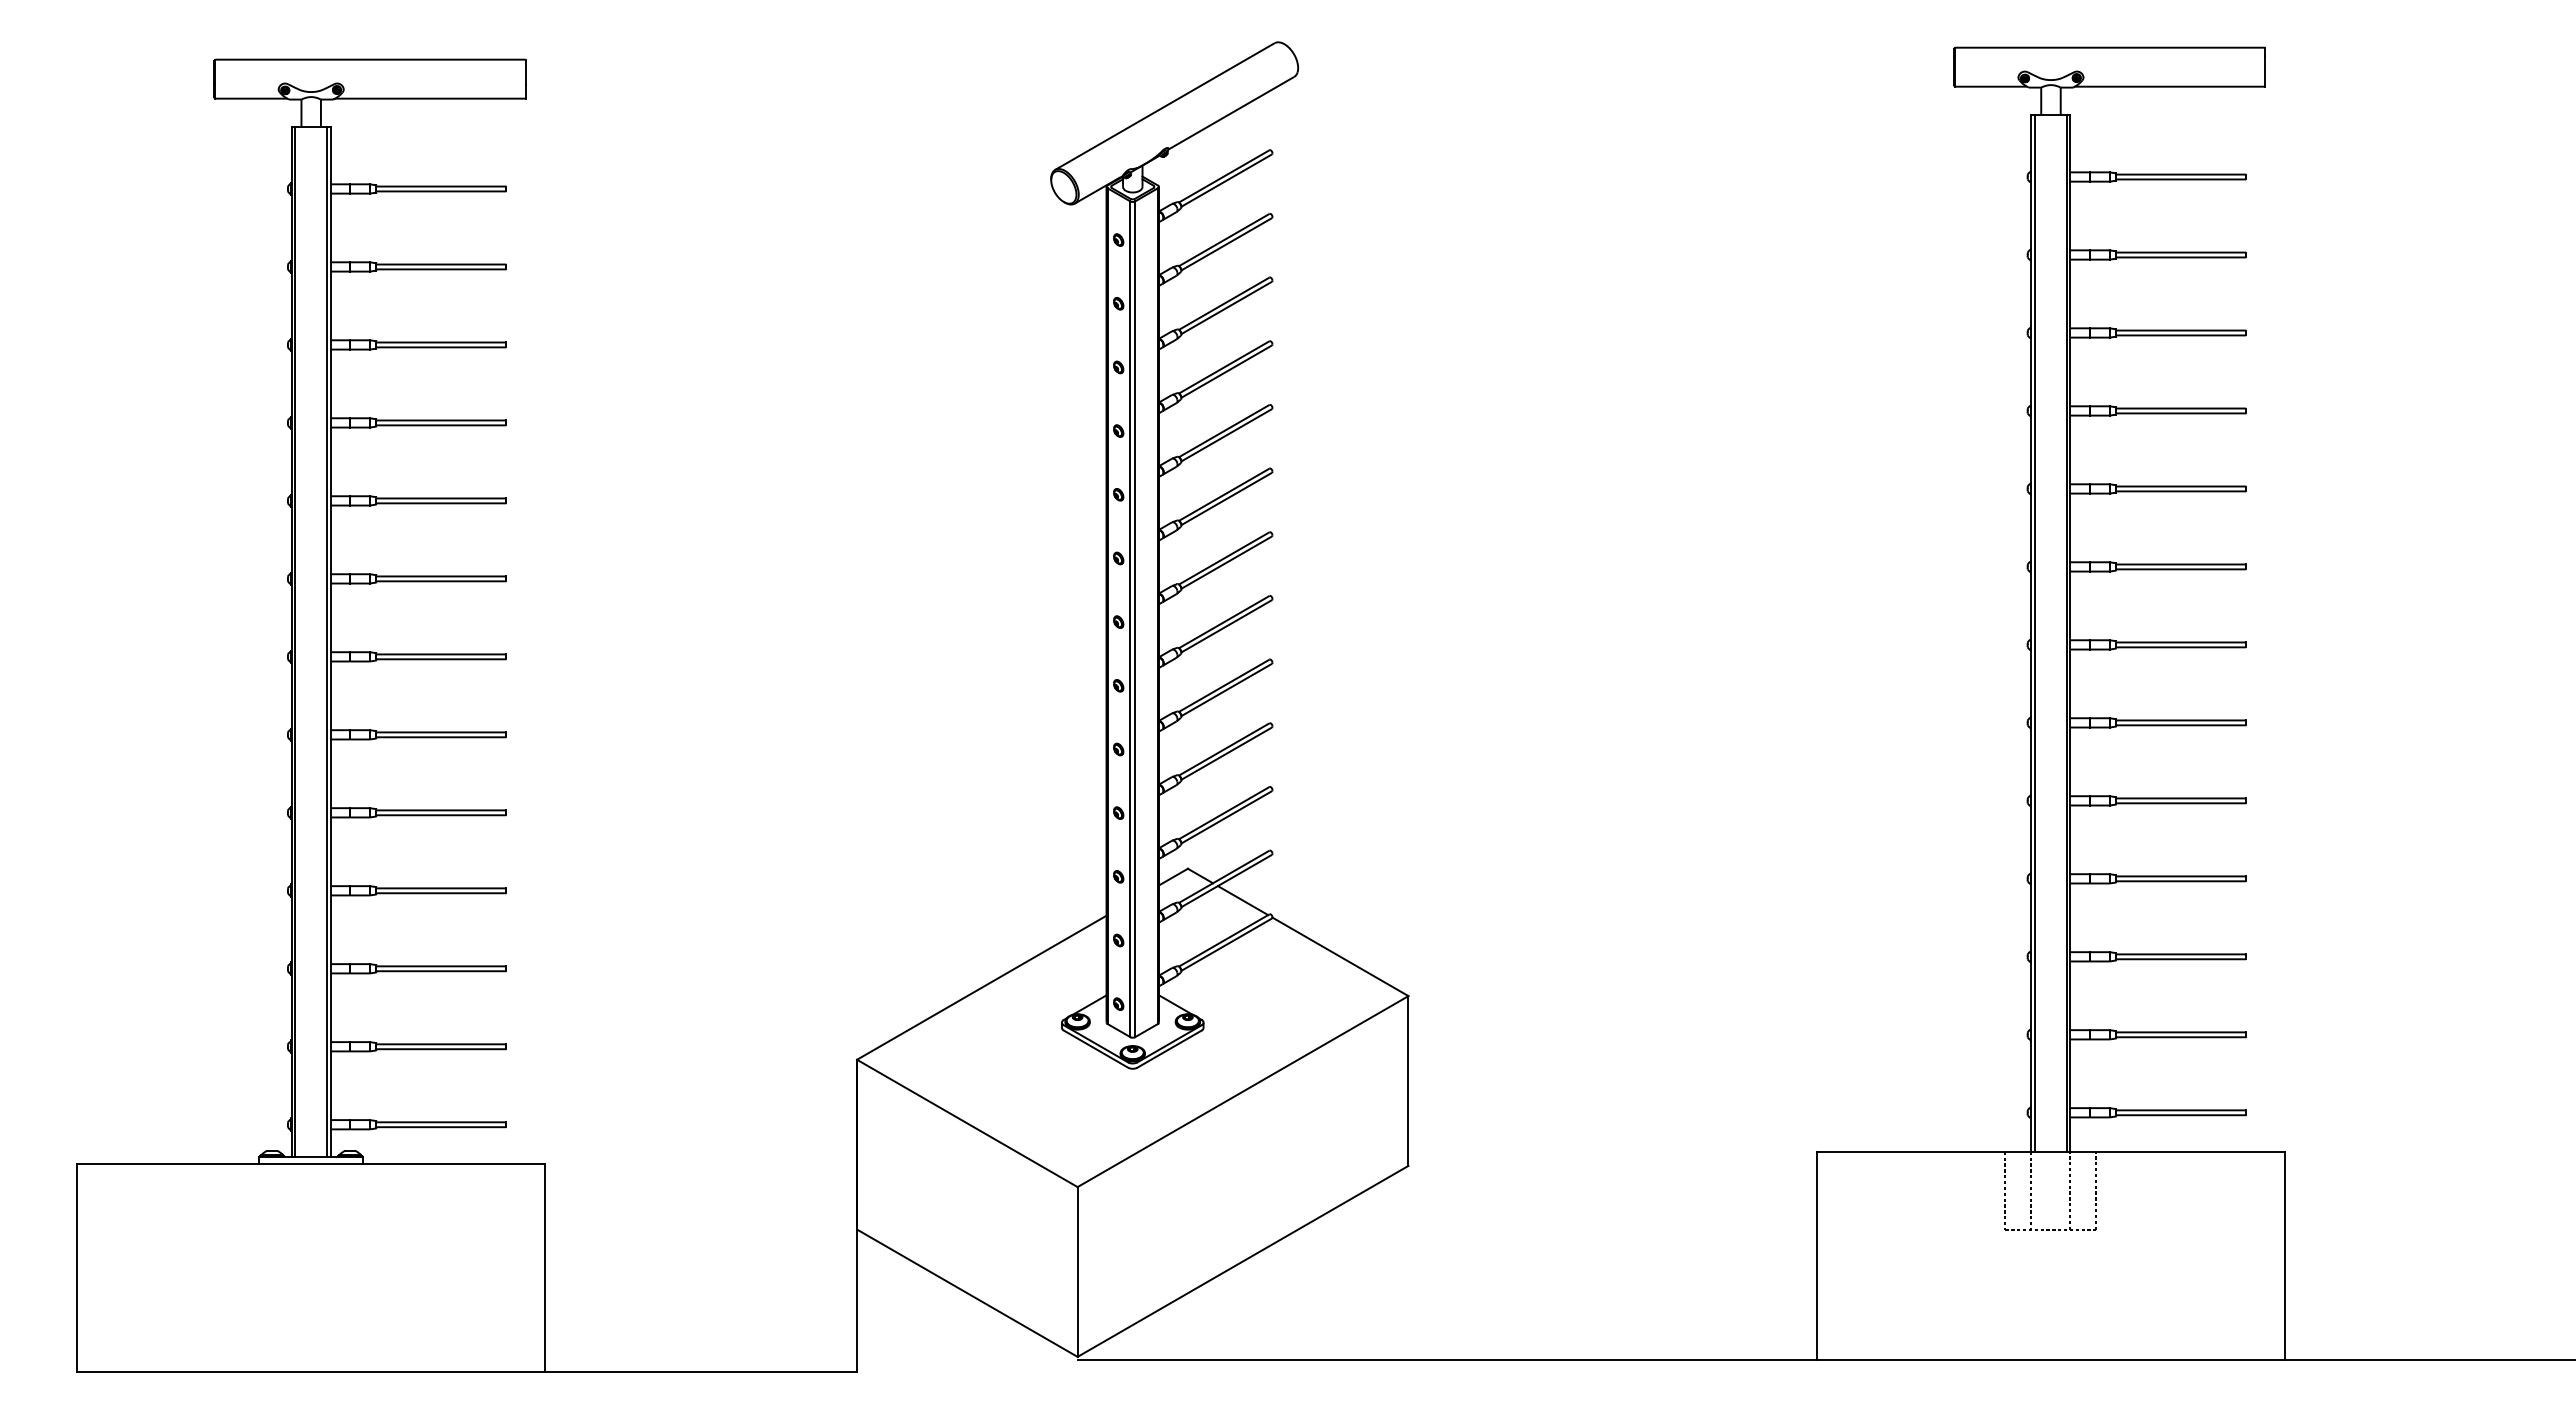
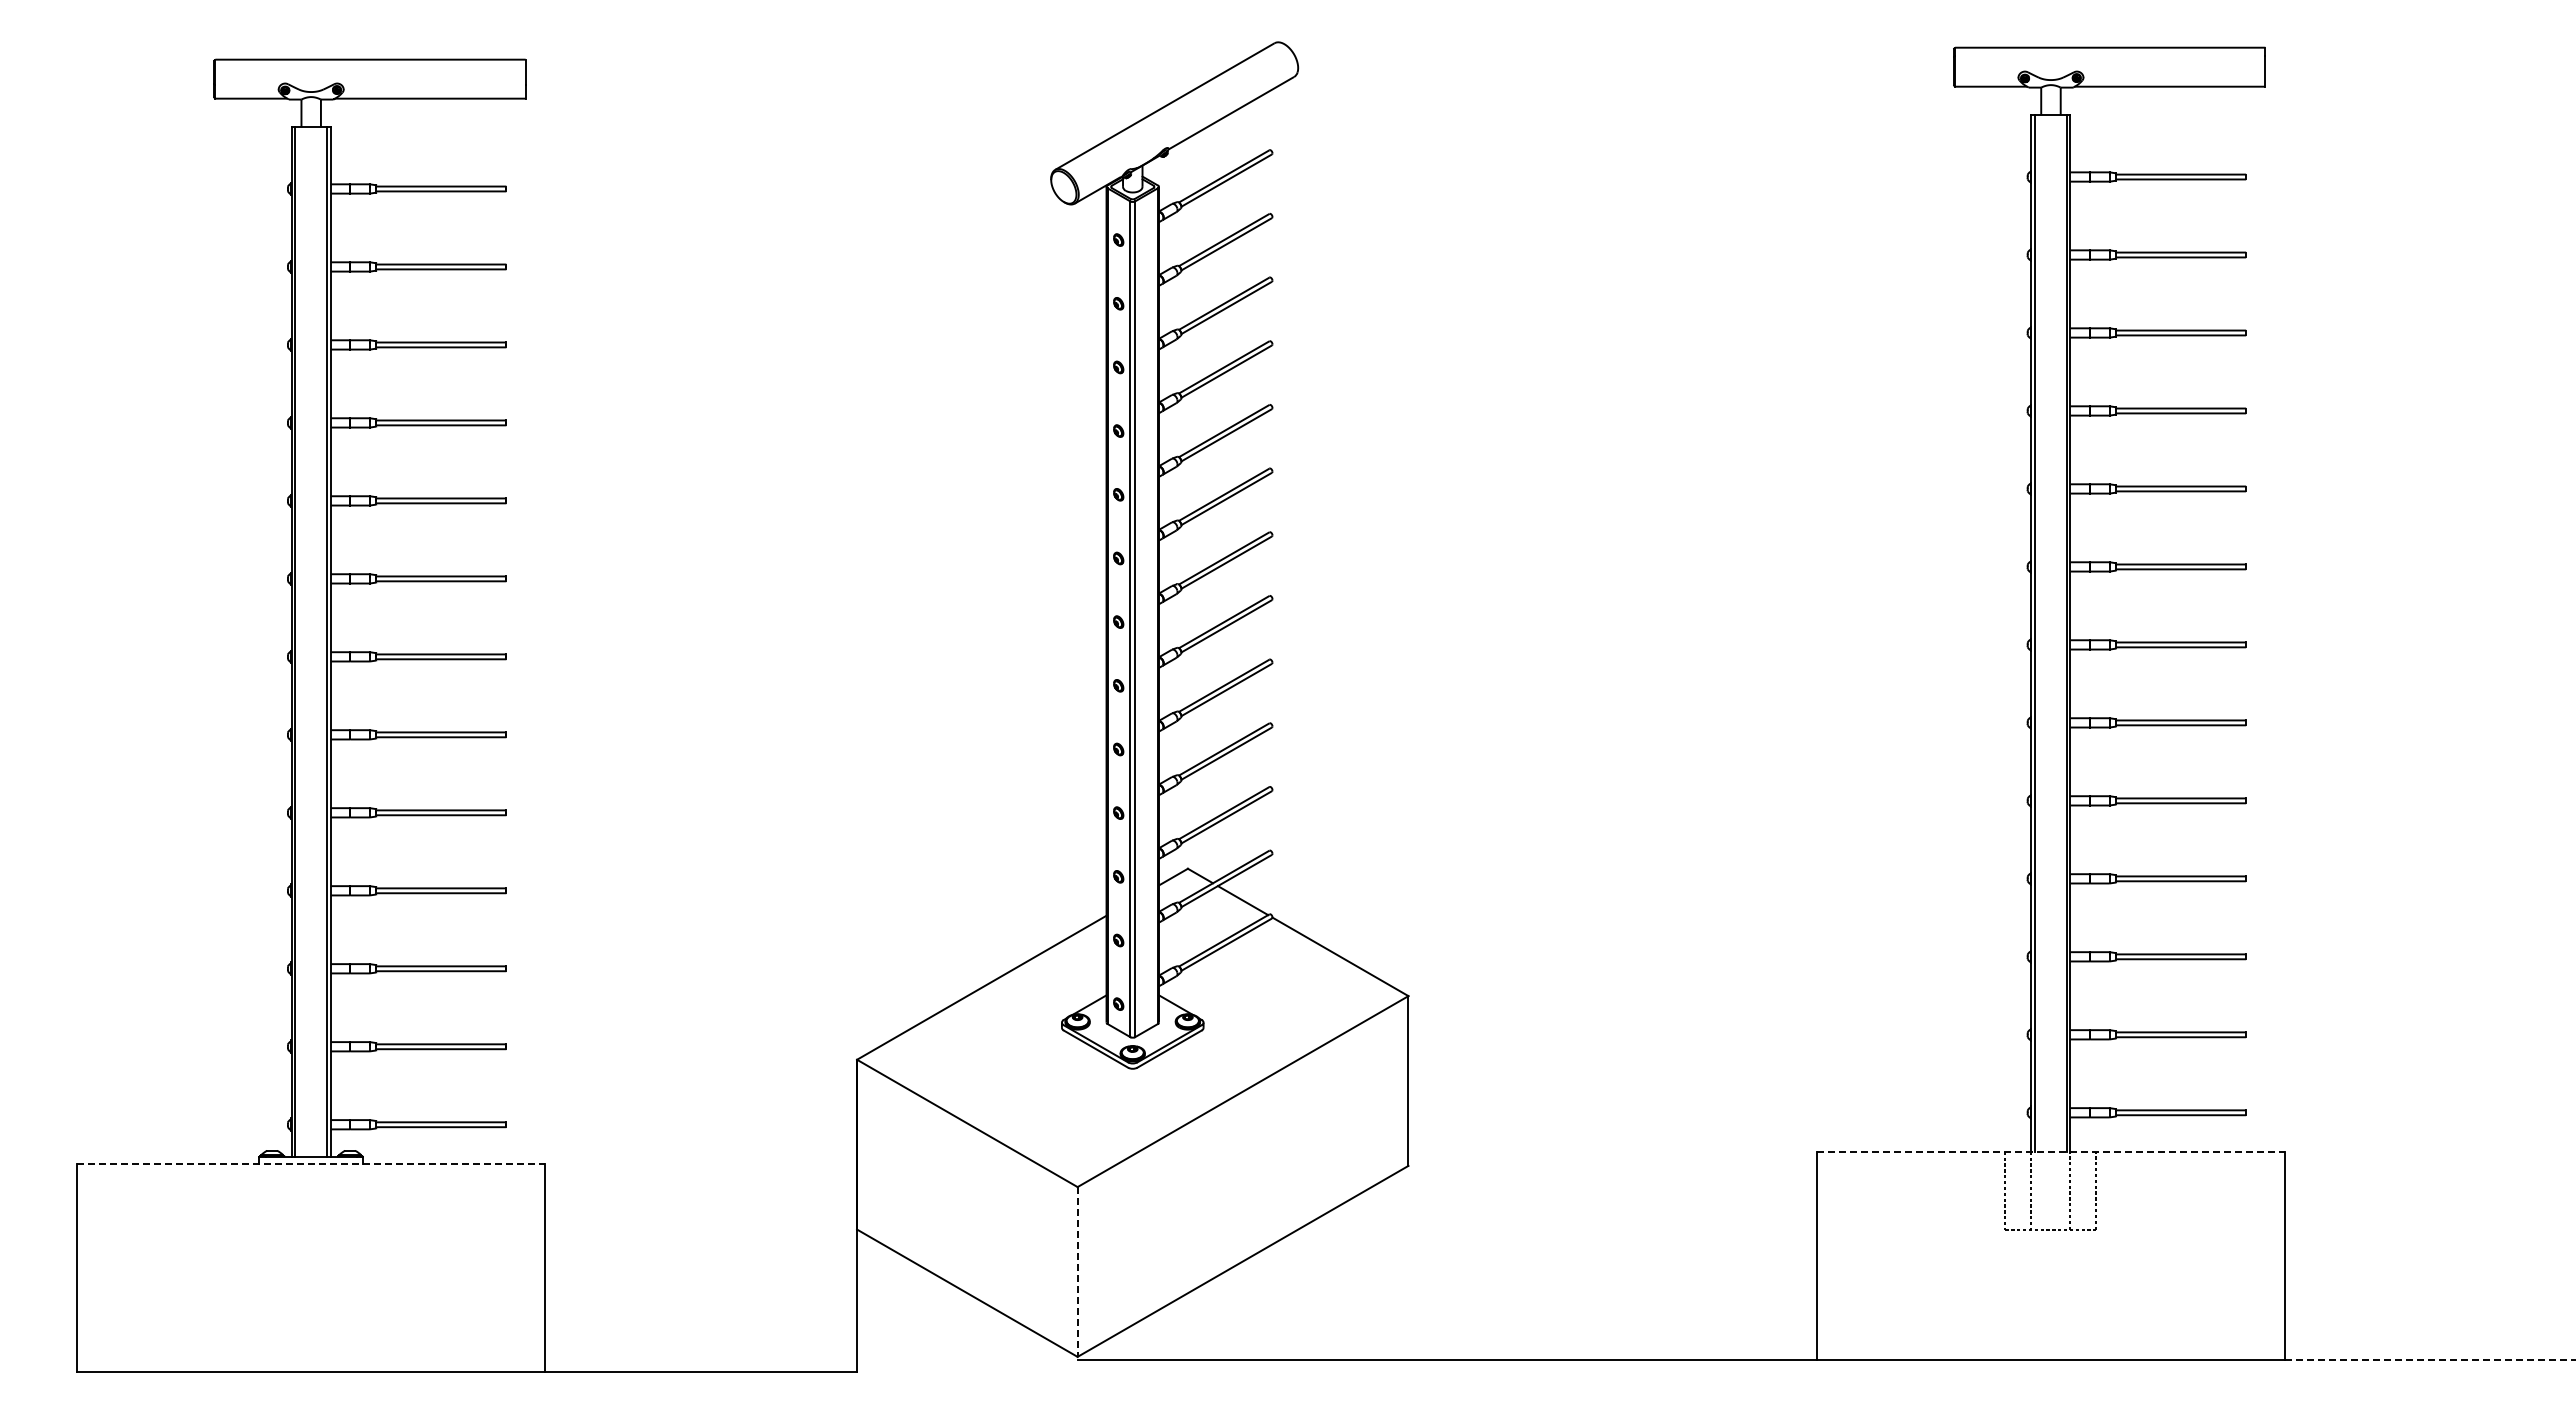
line at (2050, 1151): solid -> dashed
line at (311, 1163): solid -> dashed
line at (1077, 1271): solid -> dashed
line at (2430, 1359): solid -> dashed
